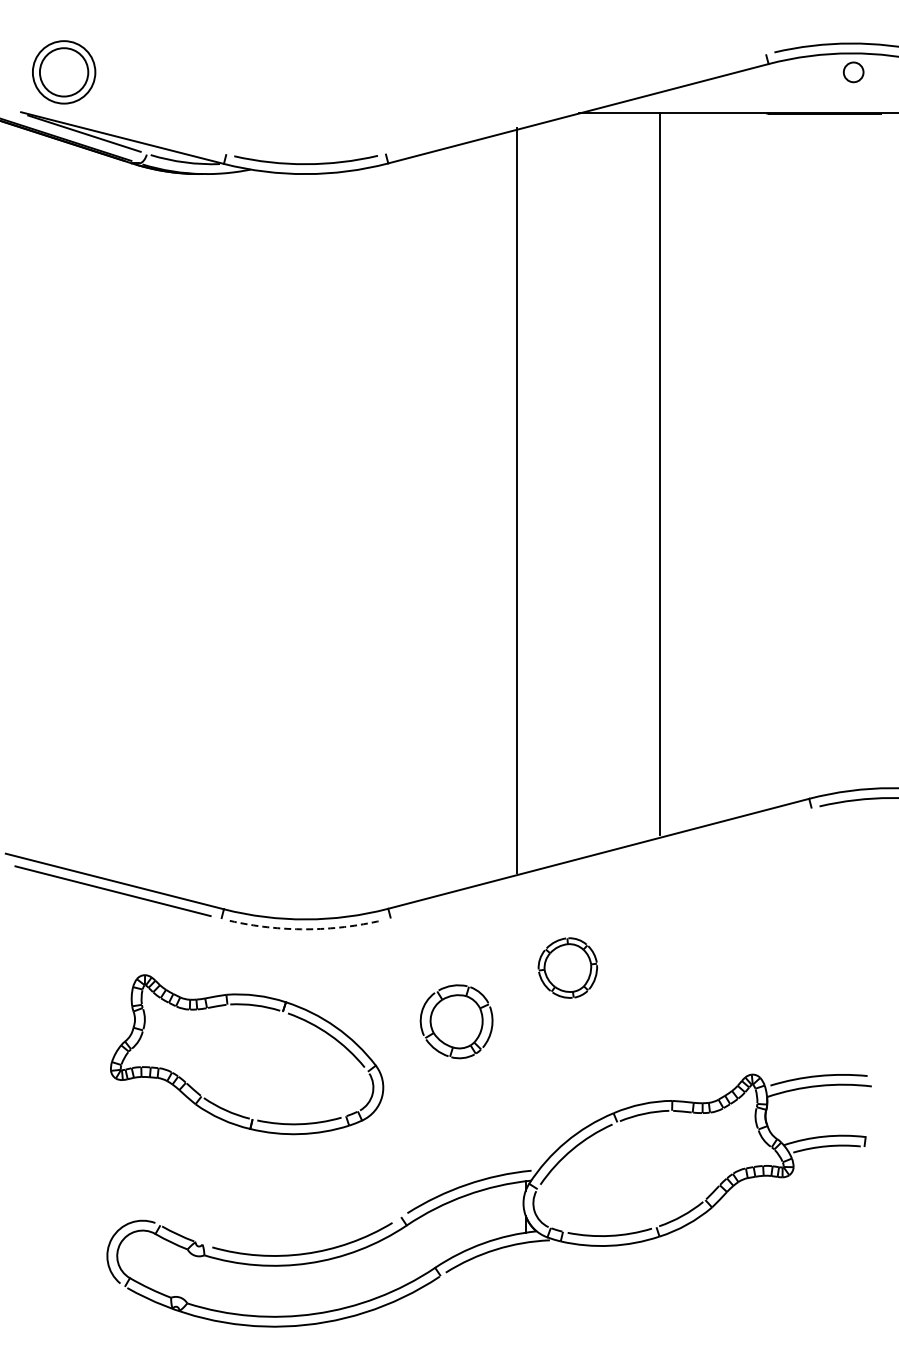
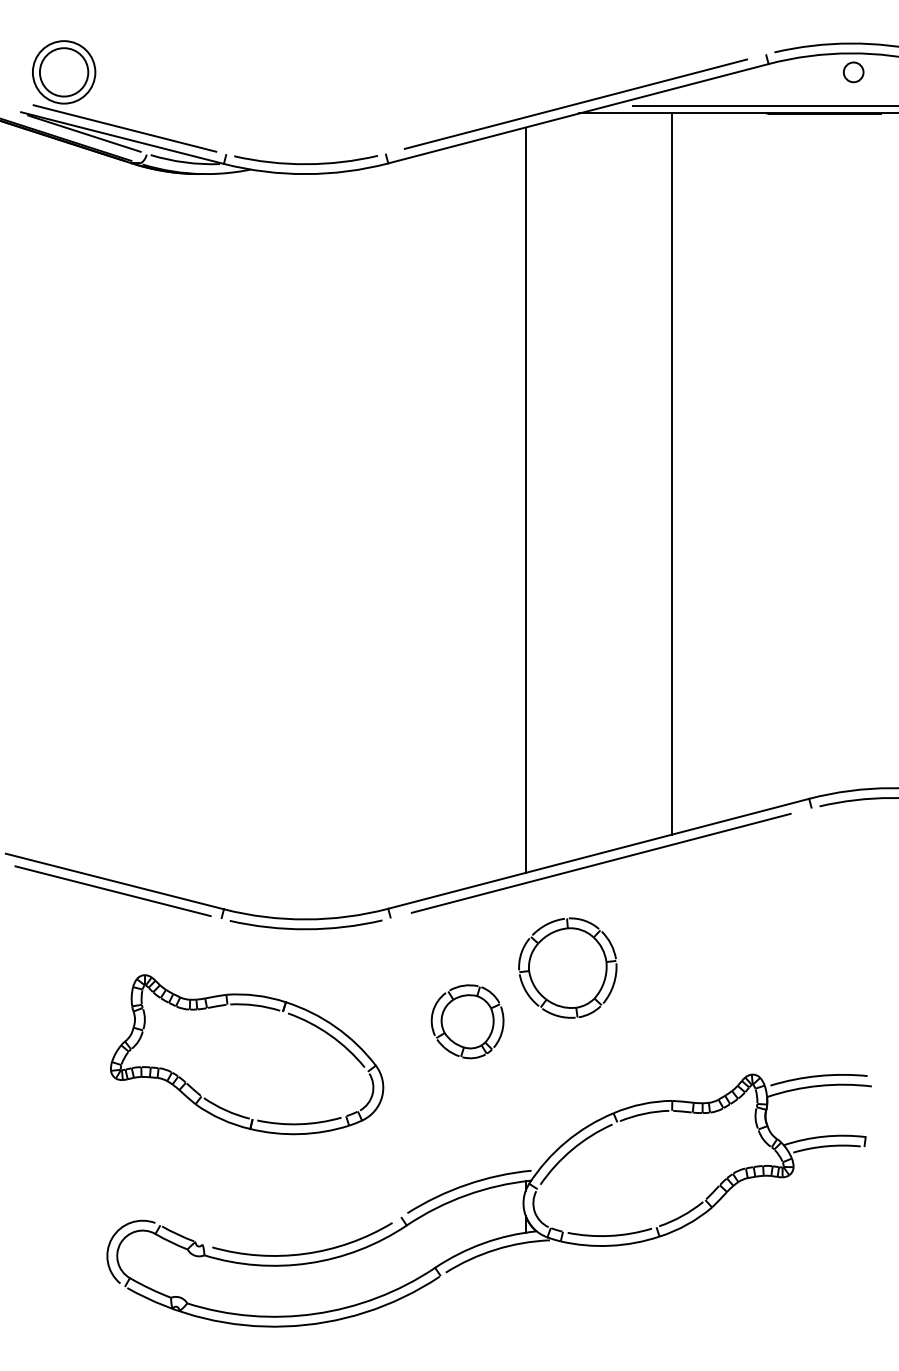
line at (575, 103): none -> present
line at (763, 105): none -> present
line at (124, 128): none -> present
line at (660, 473) position: (660, 473) -> (672, 473)
line at (516, 499) position: (516, 499) -> (525, 499)
line at (600, 862): none -> present
arc at (306, 929): dashed -> solid
part at (567, 967) size: 61x62 px -> 100x102 px
part at (456, 1021) position: (456, 1021) -> (467, 1021)
